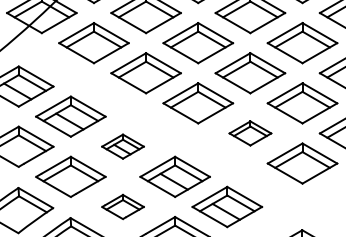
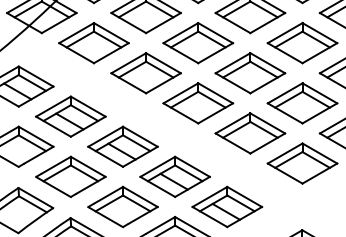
part at (250, 133) size: 45x27 px -> 73x43 px
part at (122, 146) size: 44x27 px -> 72x43 px
part at (122, 206) size: 44x28 px -> 72x44 px
